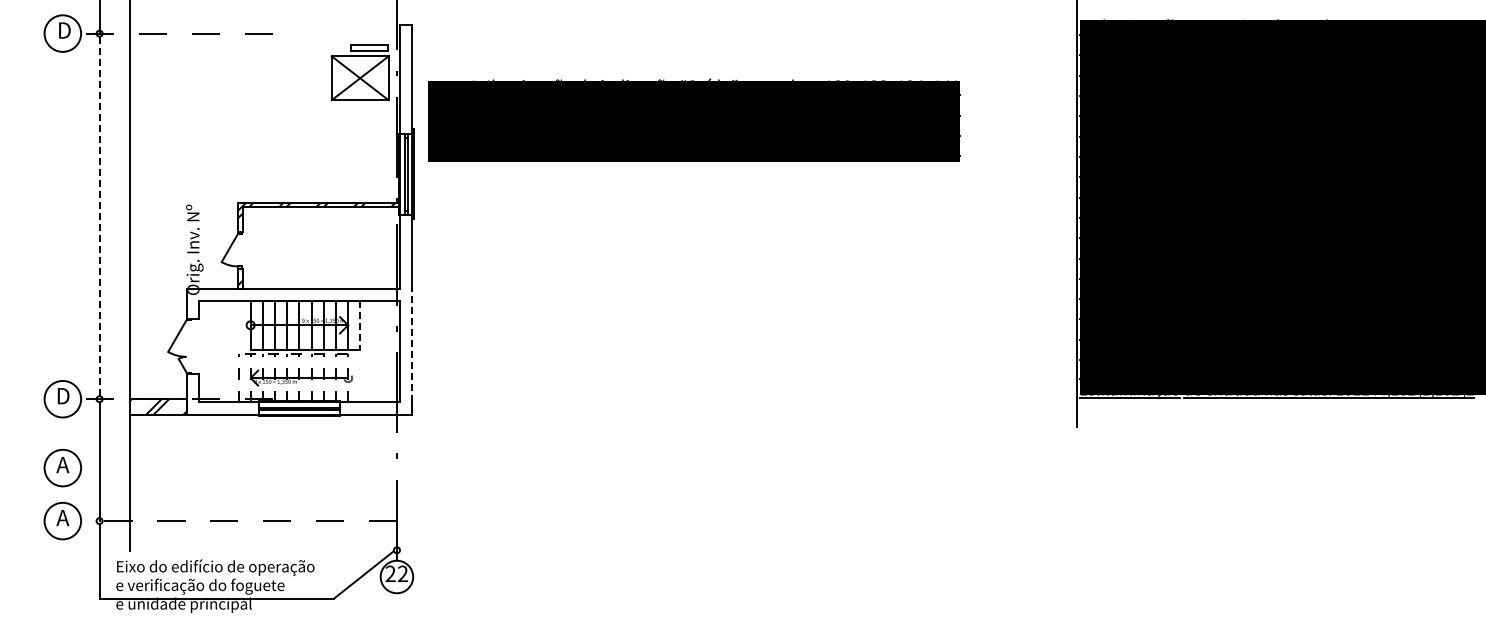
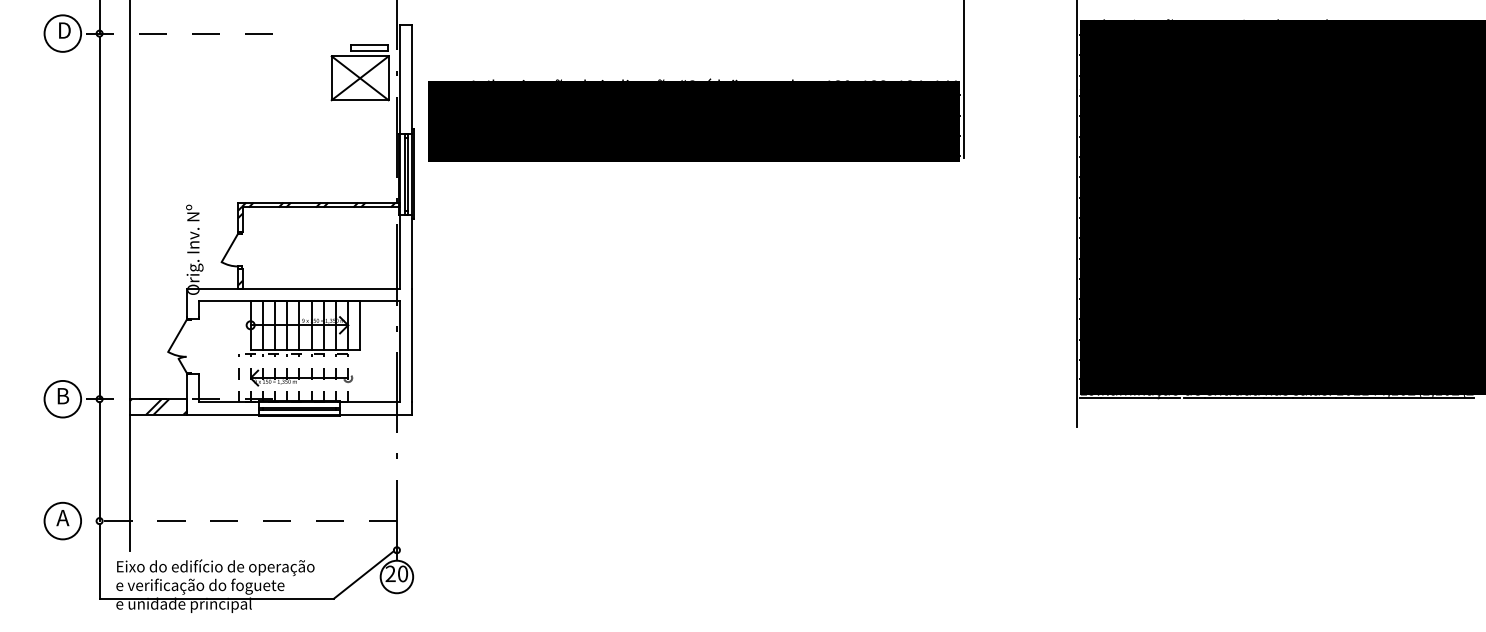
line at (963, 80): none -> present
line at (99, 218): dashed -> solid
line at (360, 325): dashed -> solid
line at (412, 345): dashed -> solid
text at (64, 396): D -> B
part at (62, 467): present -> none
text at (402, 573): 22 -> 20
